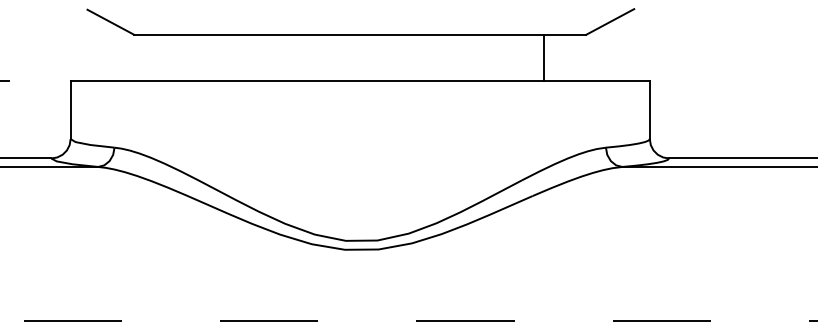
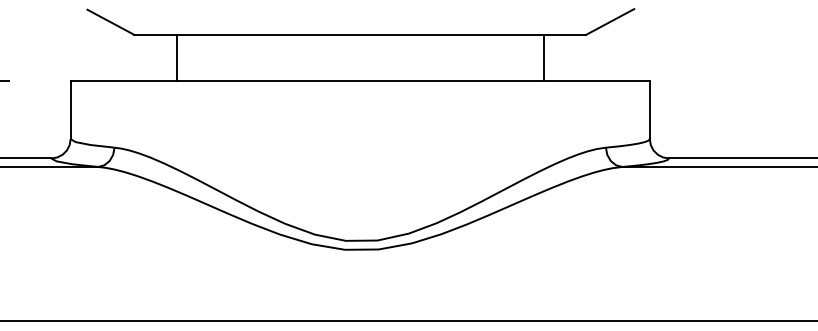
line at (176, 57): none -> present
line at (408, 321): dashed -> solid
